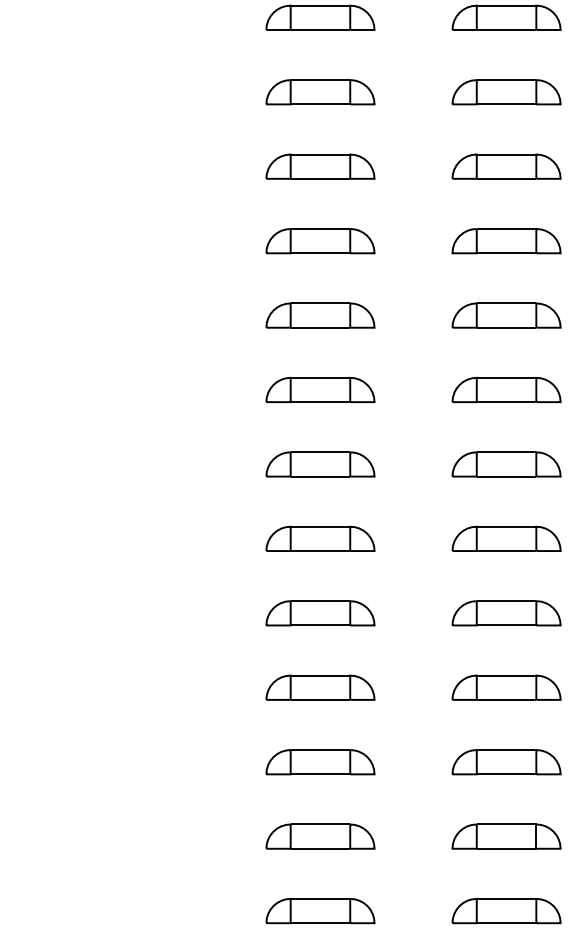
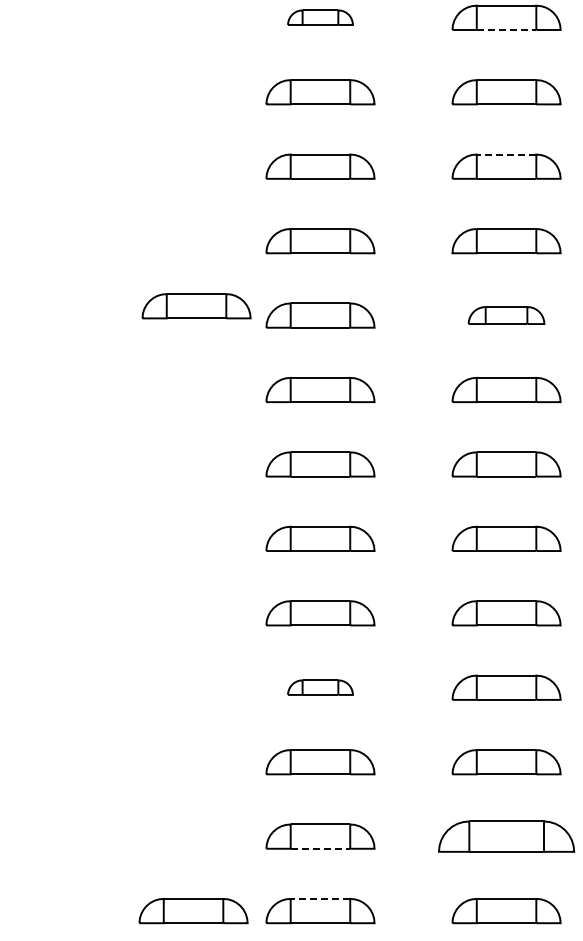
part at (320, 17) size: 111x27 px -> 67x17 px
line at (506, 29): solid -> dashed
line at (506, 154): solid -> dashed
part at (196, 306): none -> present
part at (506, 315) size: 111x27 px -> 79x19 px
part at (320, 687) size: 111x27 px -> 67x17 px
part at (506, 836) size: 111x27 px -> 138x33 px
line at (320, 848): solid -> dashed
line at (320, 898): solid -> dashed
part at (193, 911): none -> present
